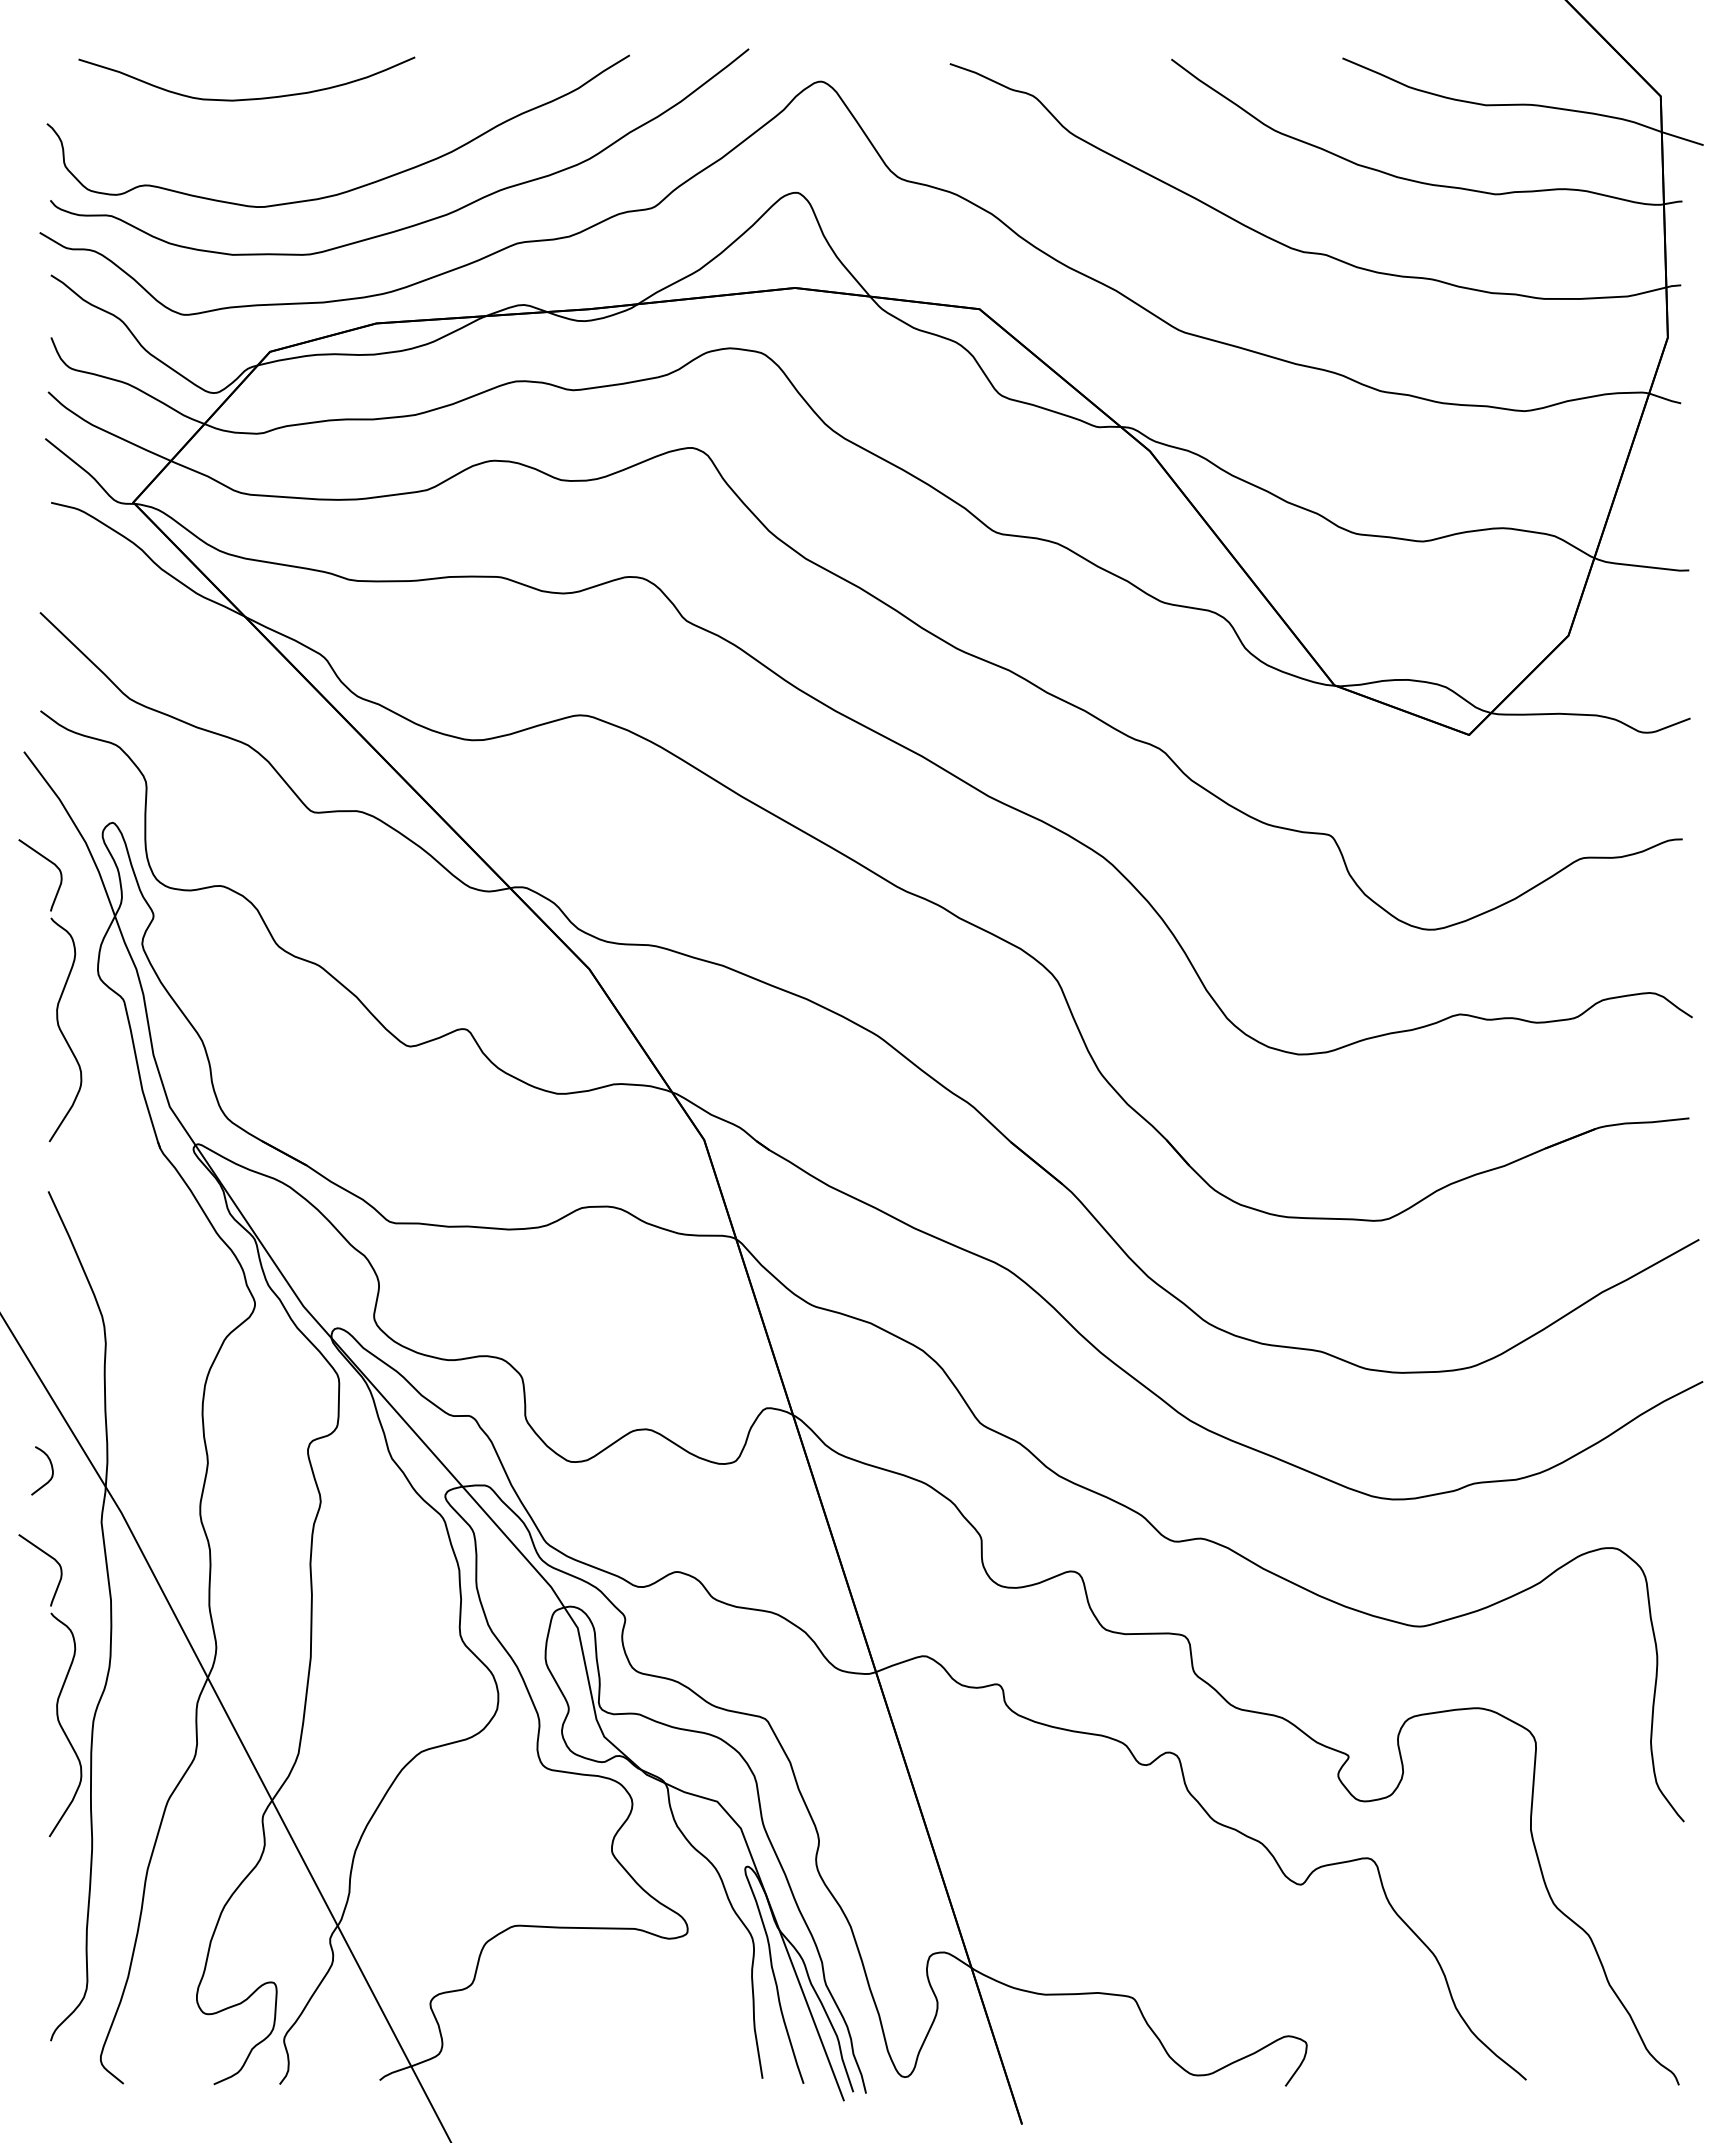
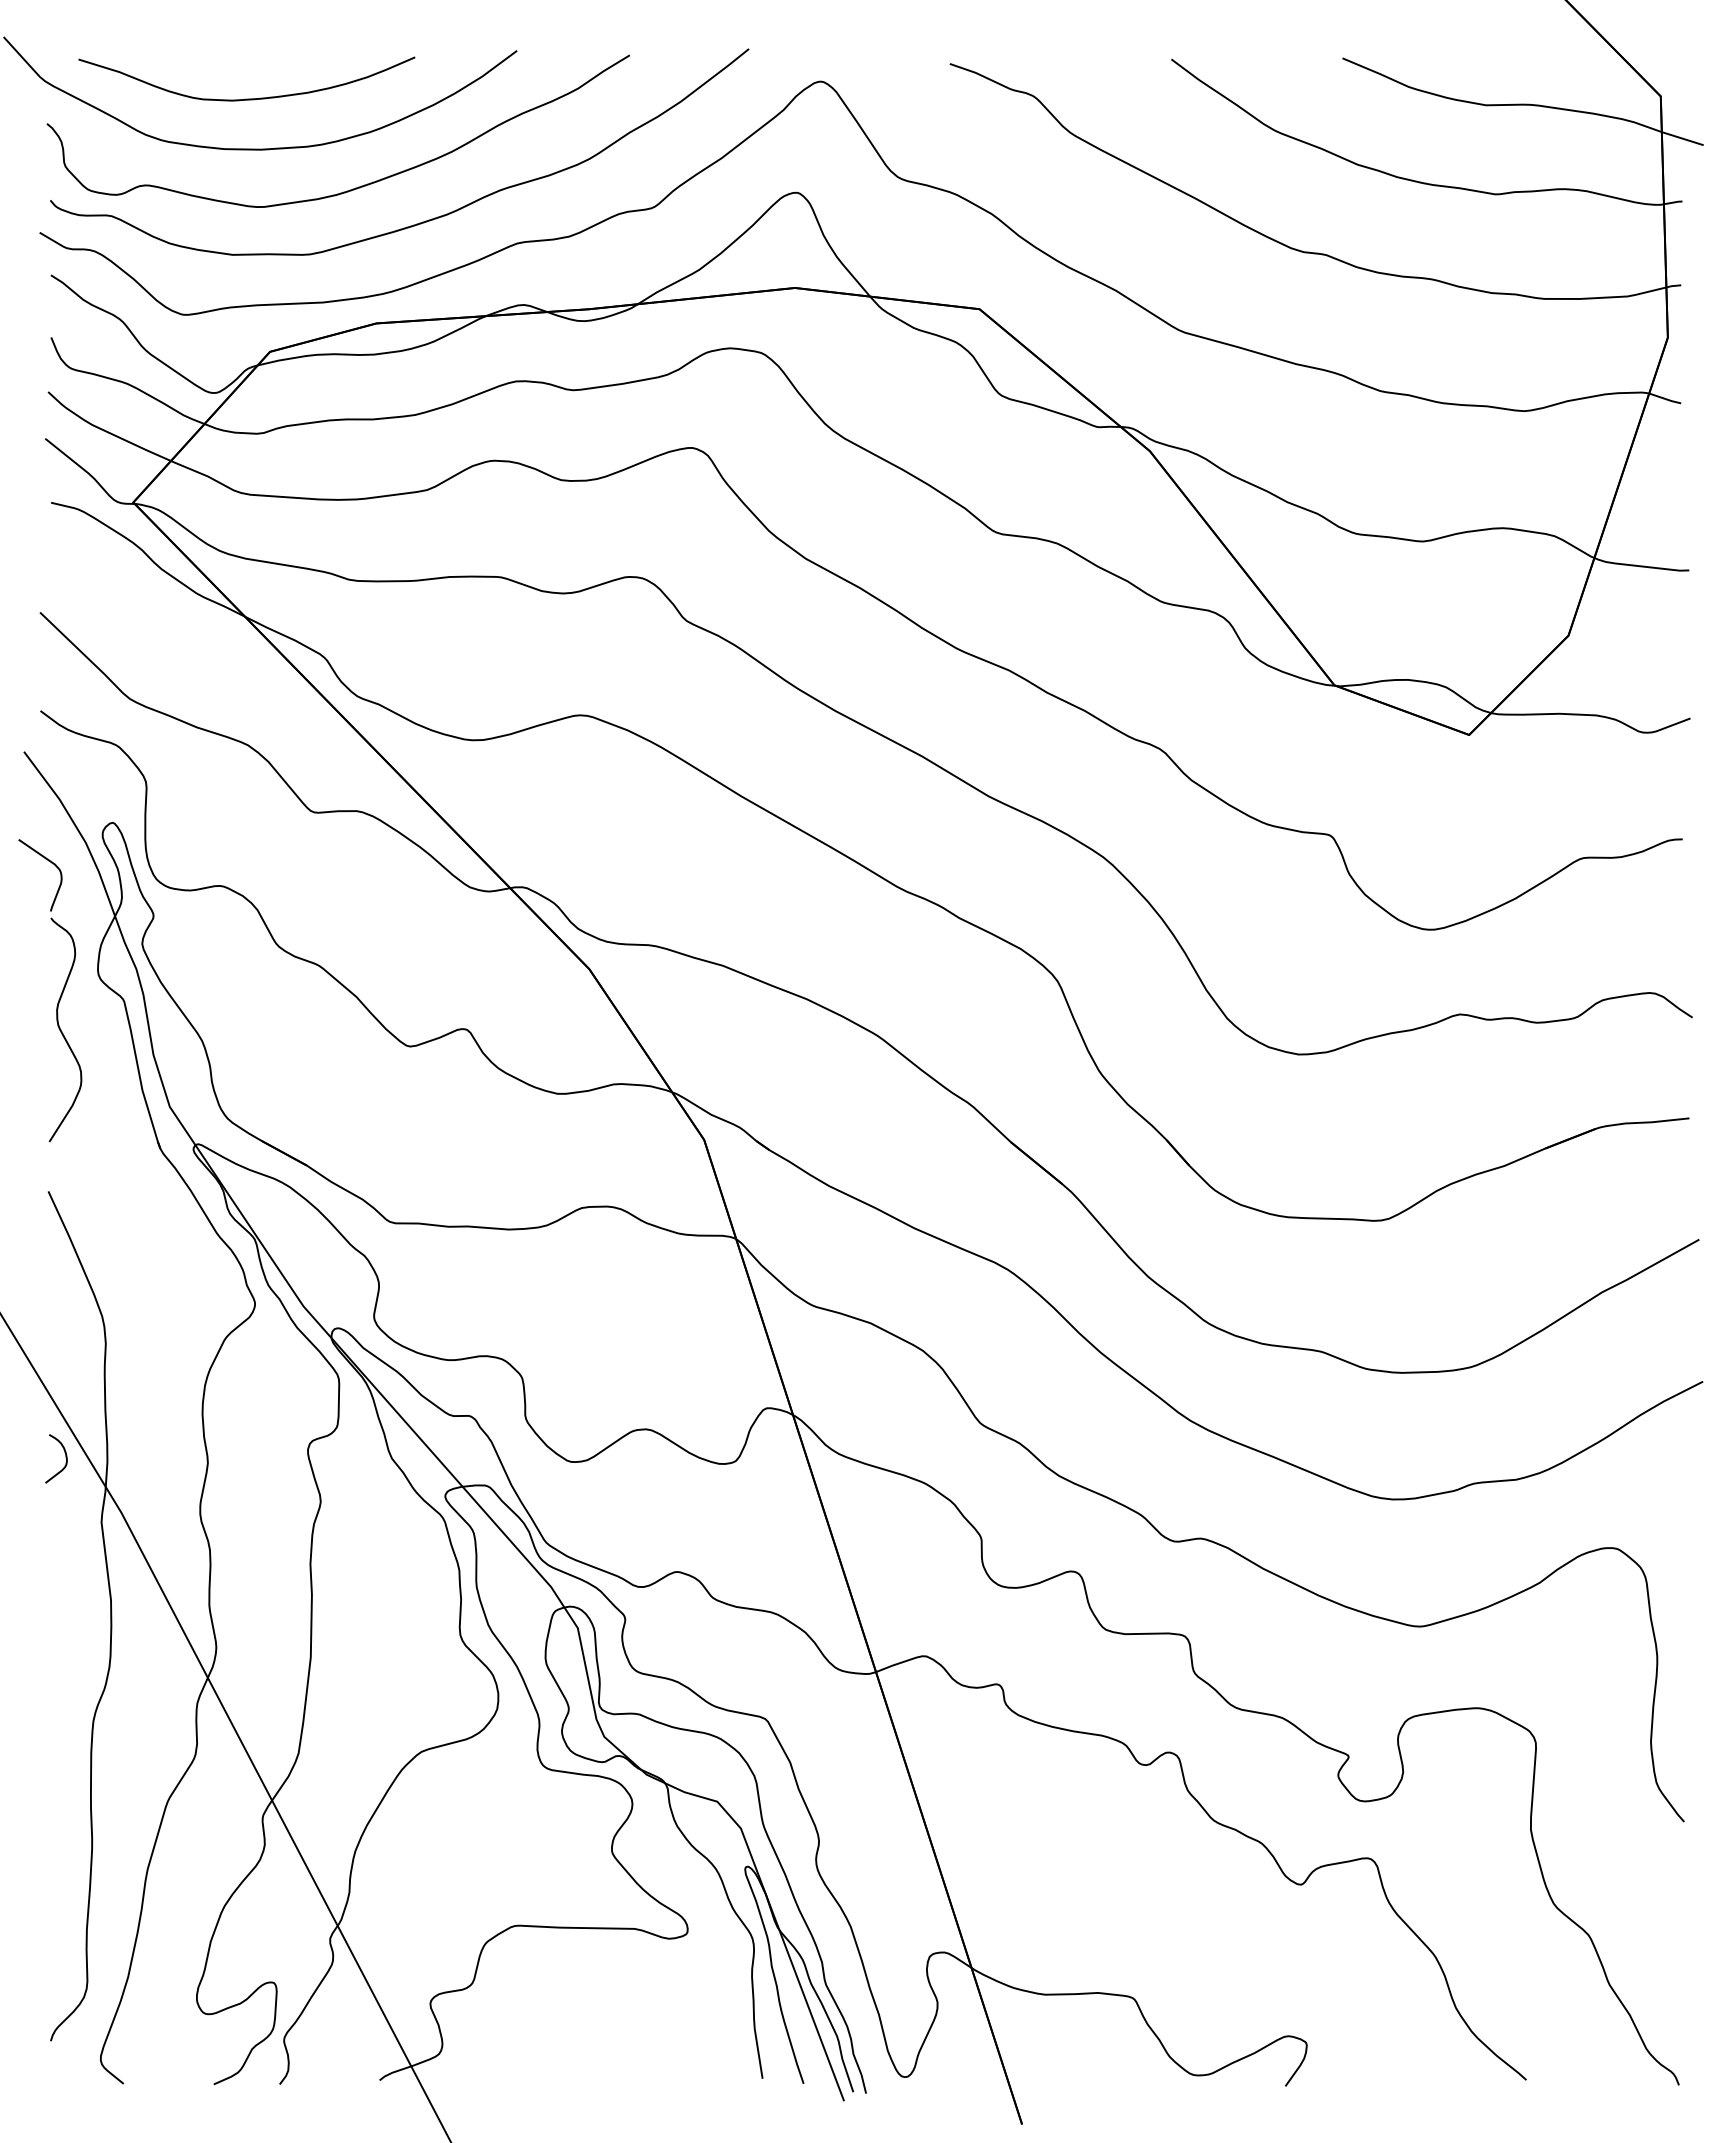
curve at (260, 148): none -> present
curve at (51, 1470) position: (51, 1470) -> (65, 1458)
part at (60, 1689): present -> none
